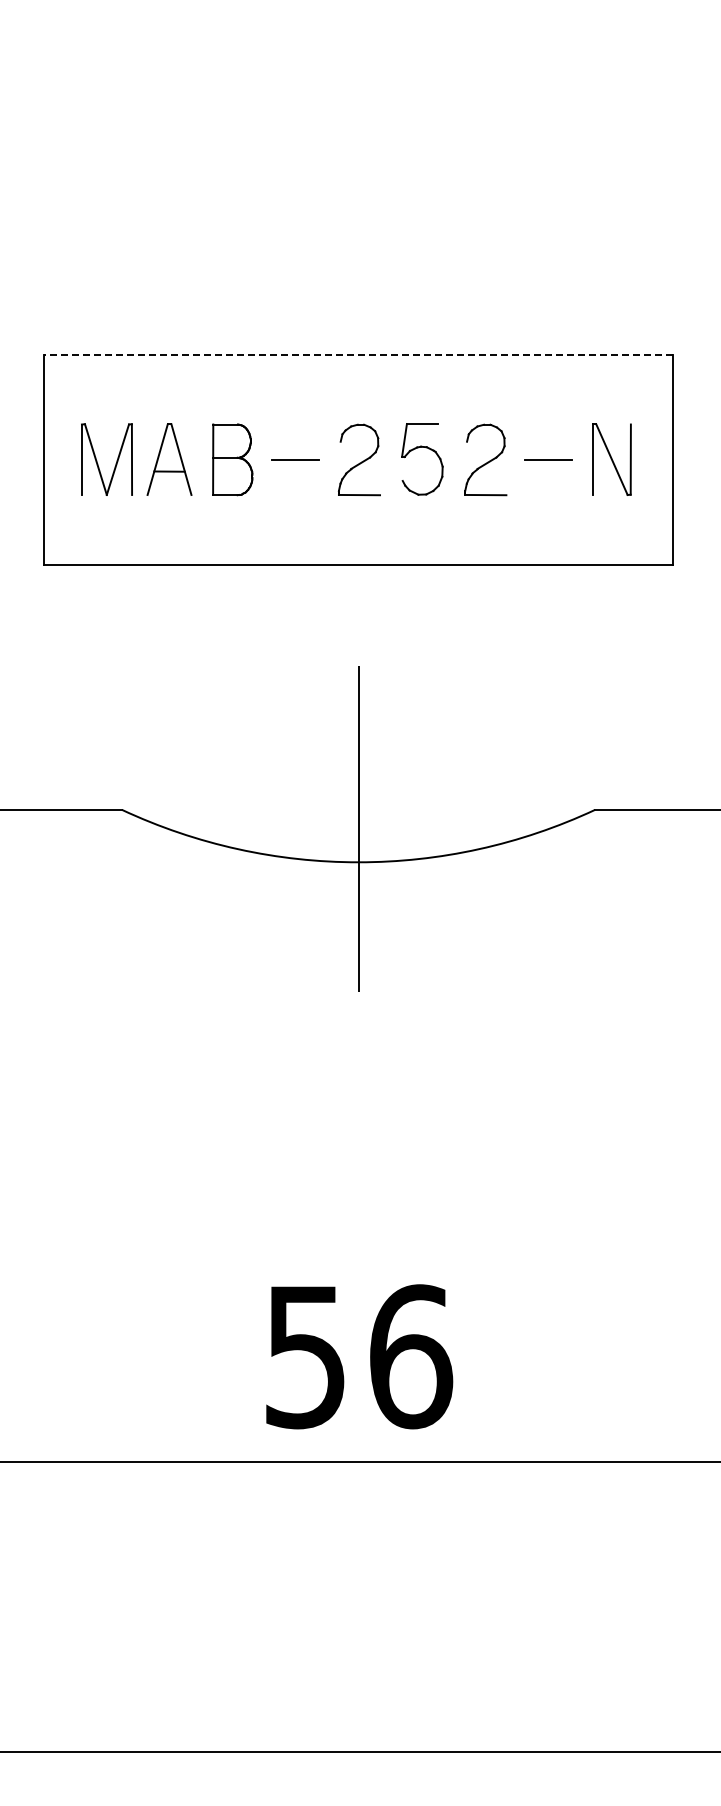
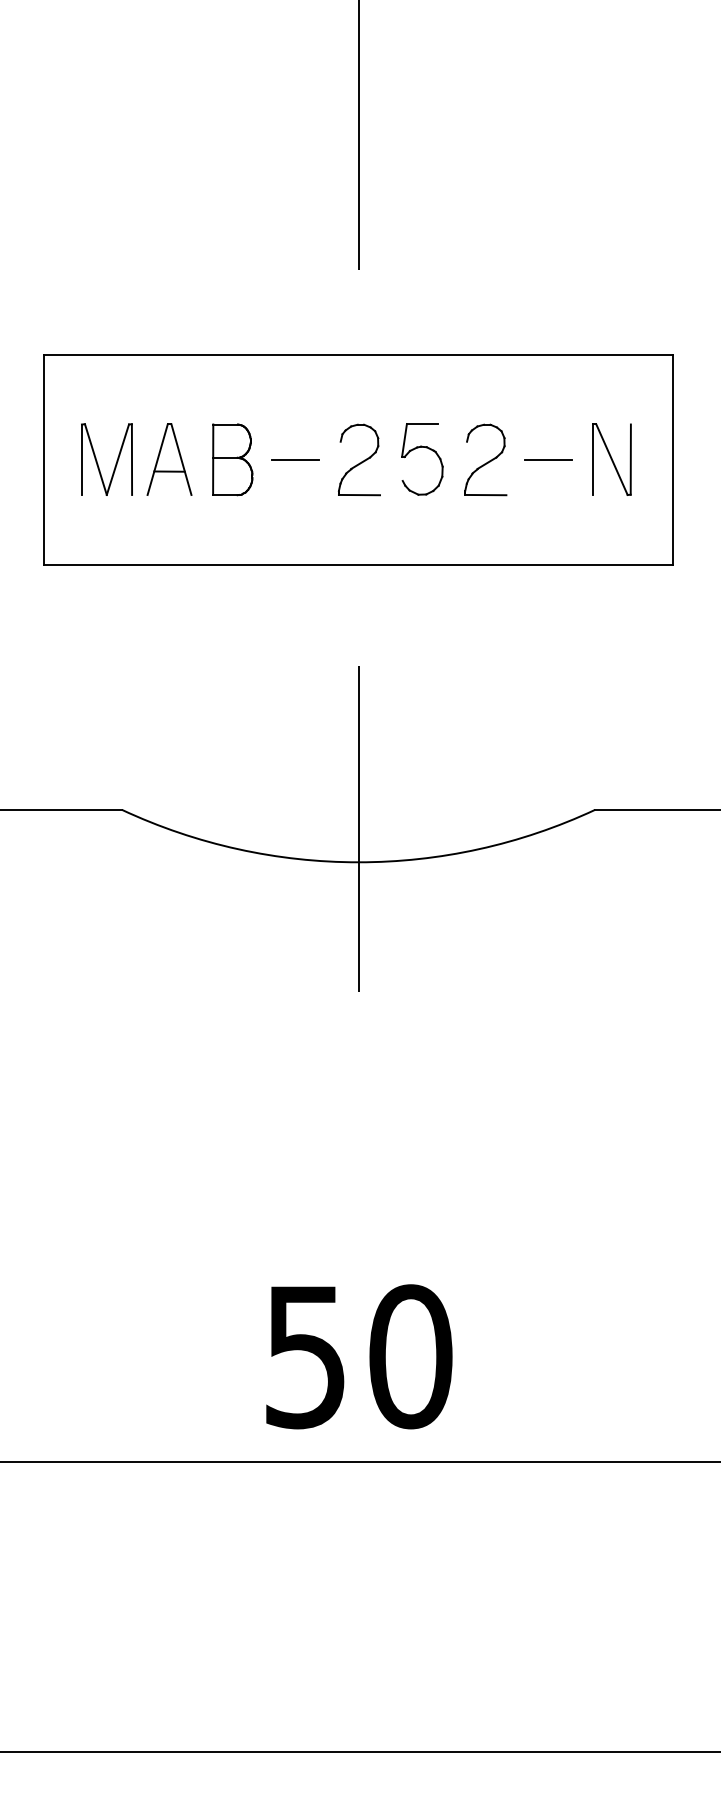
line at (358, 135): none -> present
line at (358, 355): dashed -> solid
text at (411, 1356): 56 -> 50
